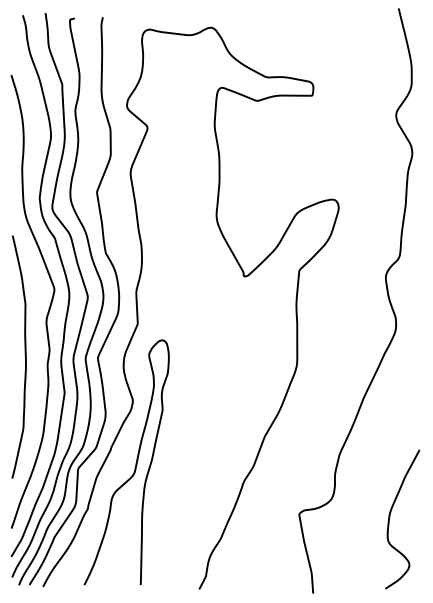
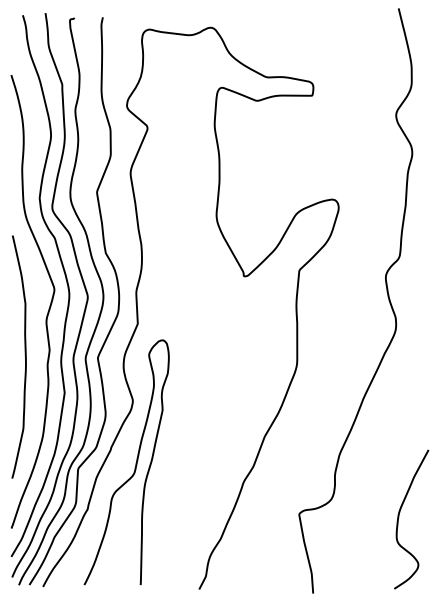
curve at (390, 517) position: (390, 517) -> (399, 517)
